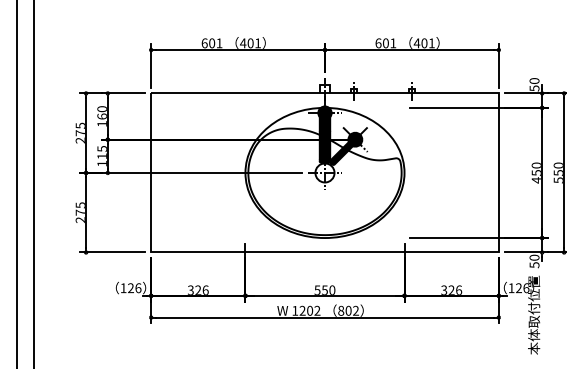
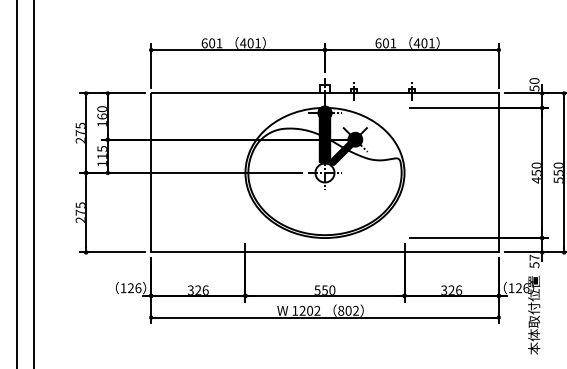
text at (534, 257): 50 -> 57
